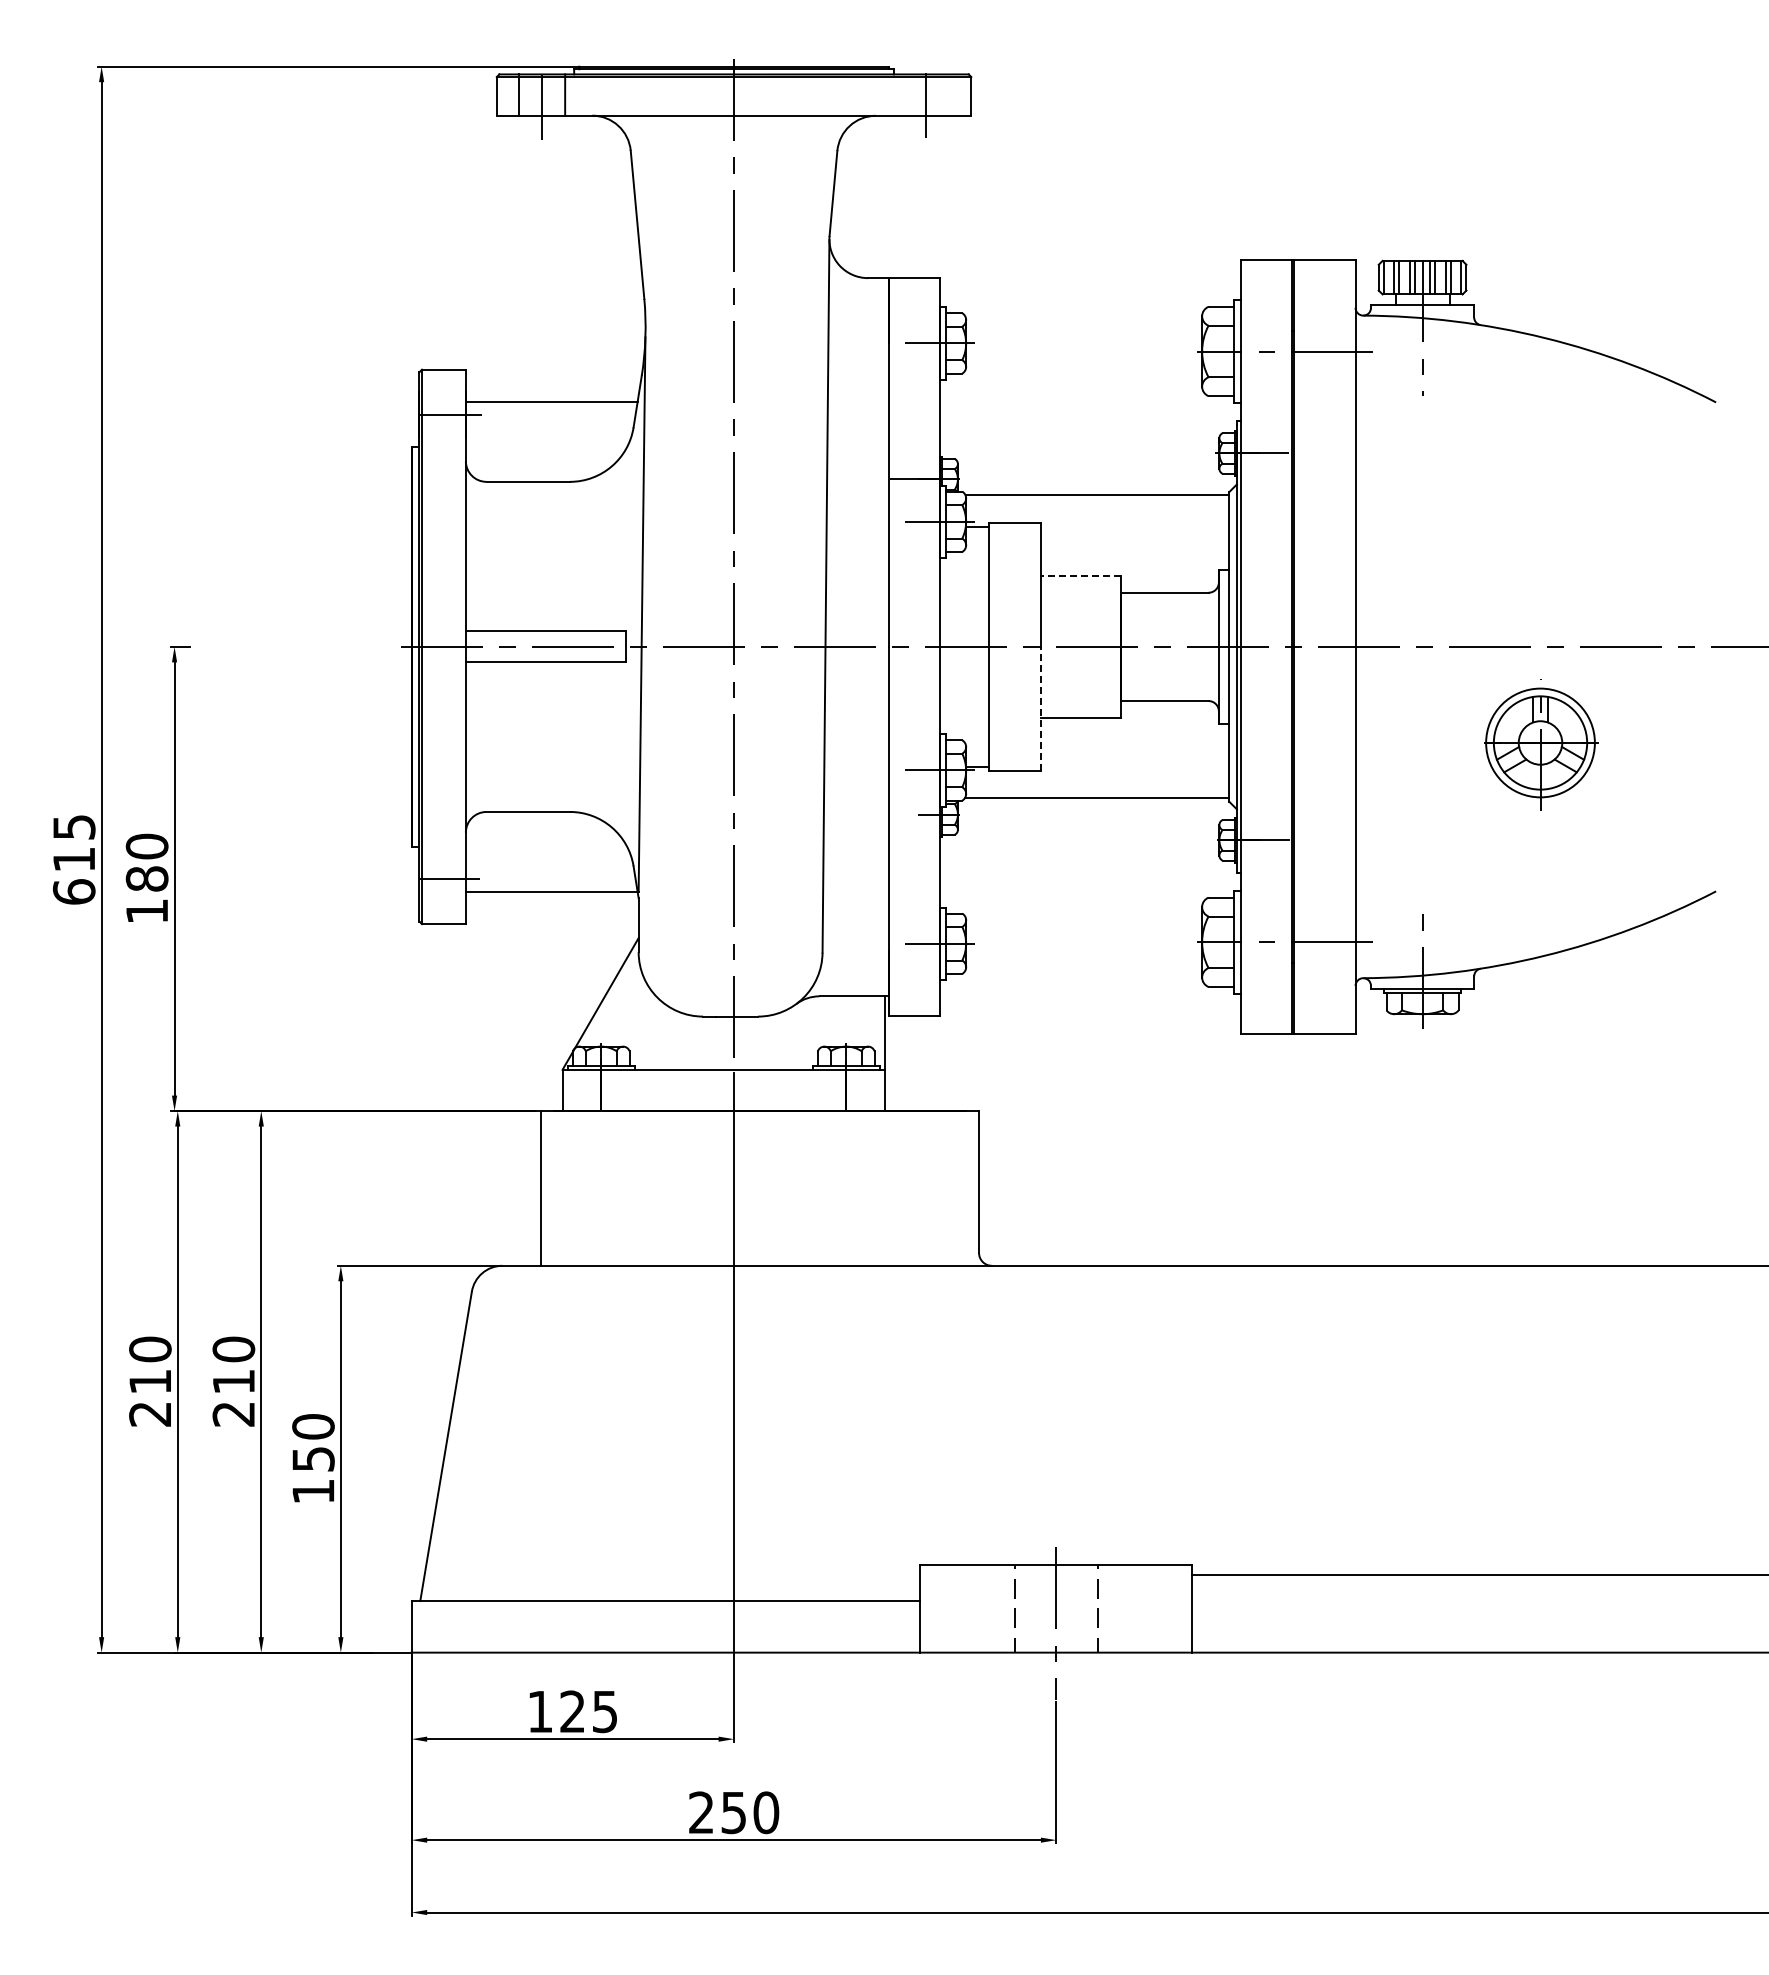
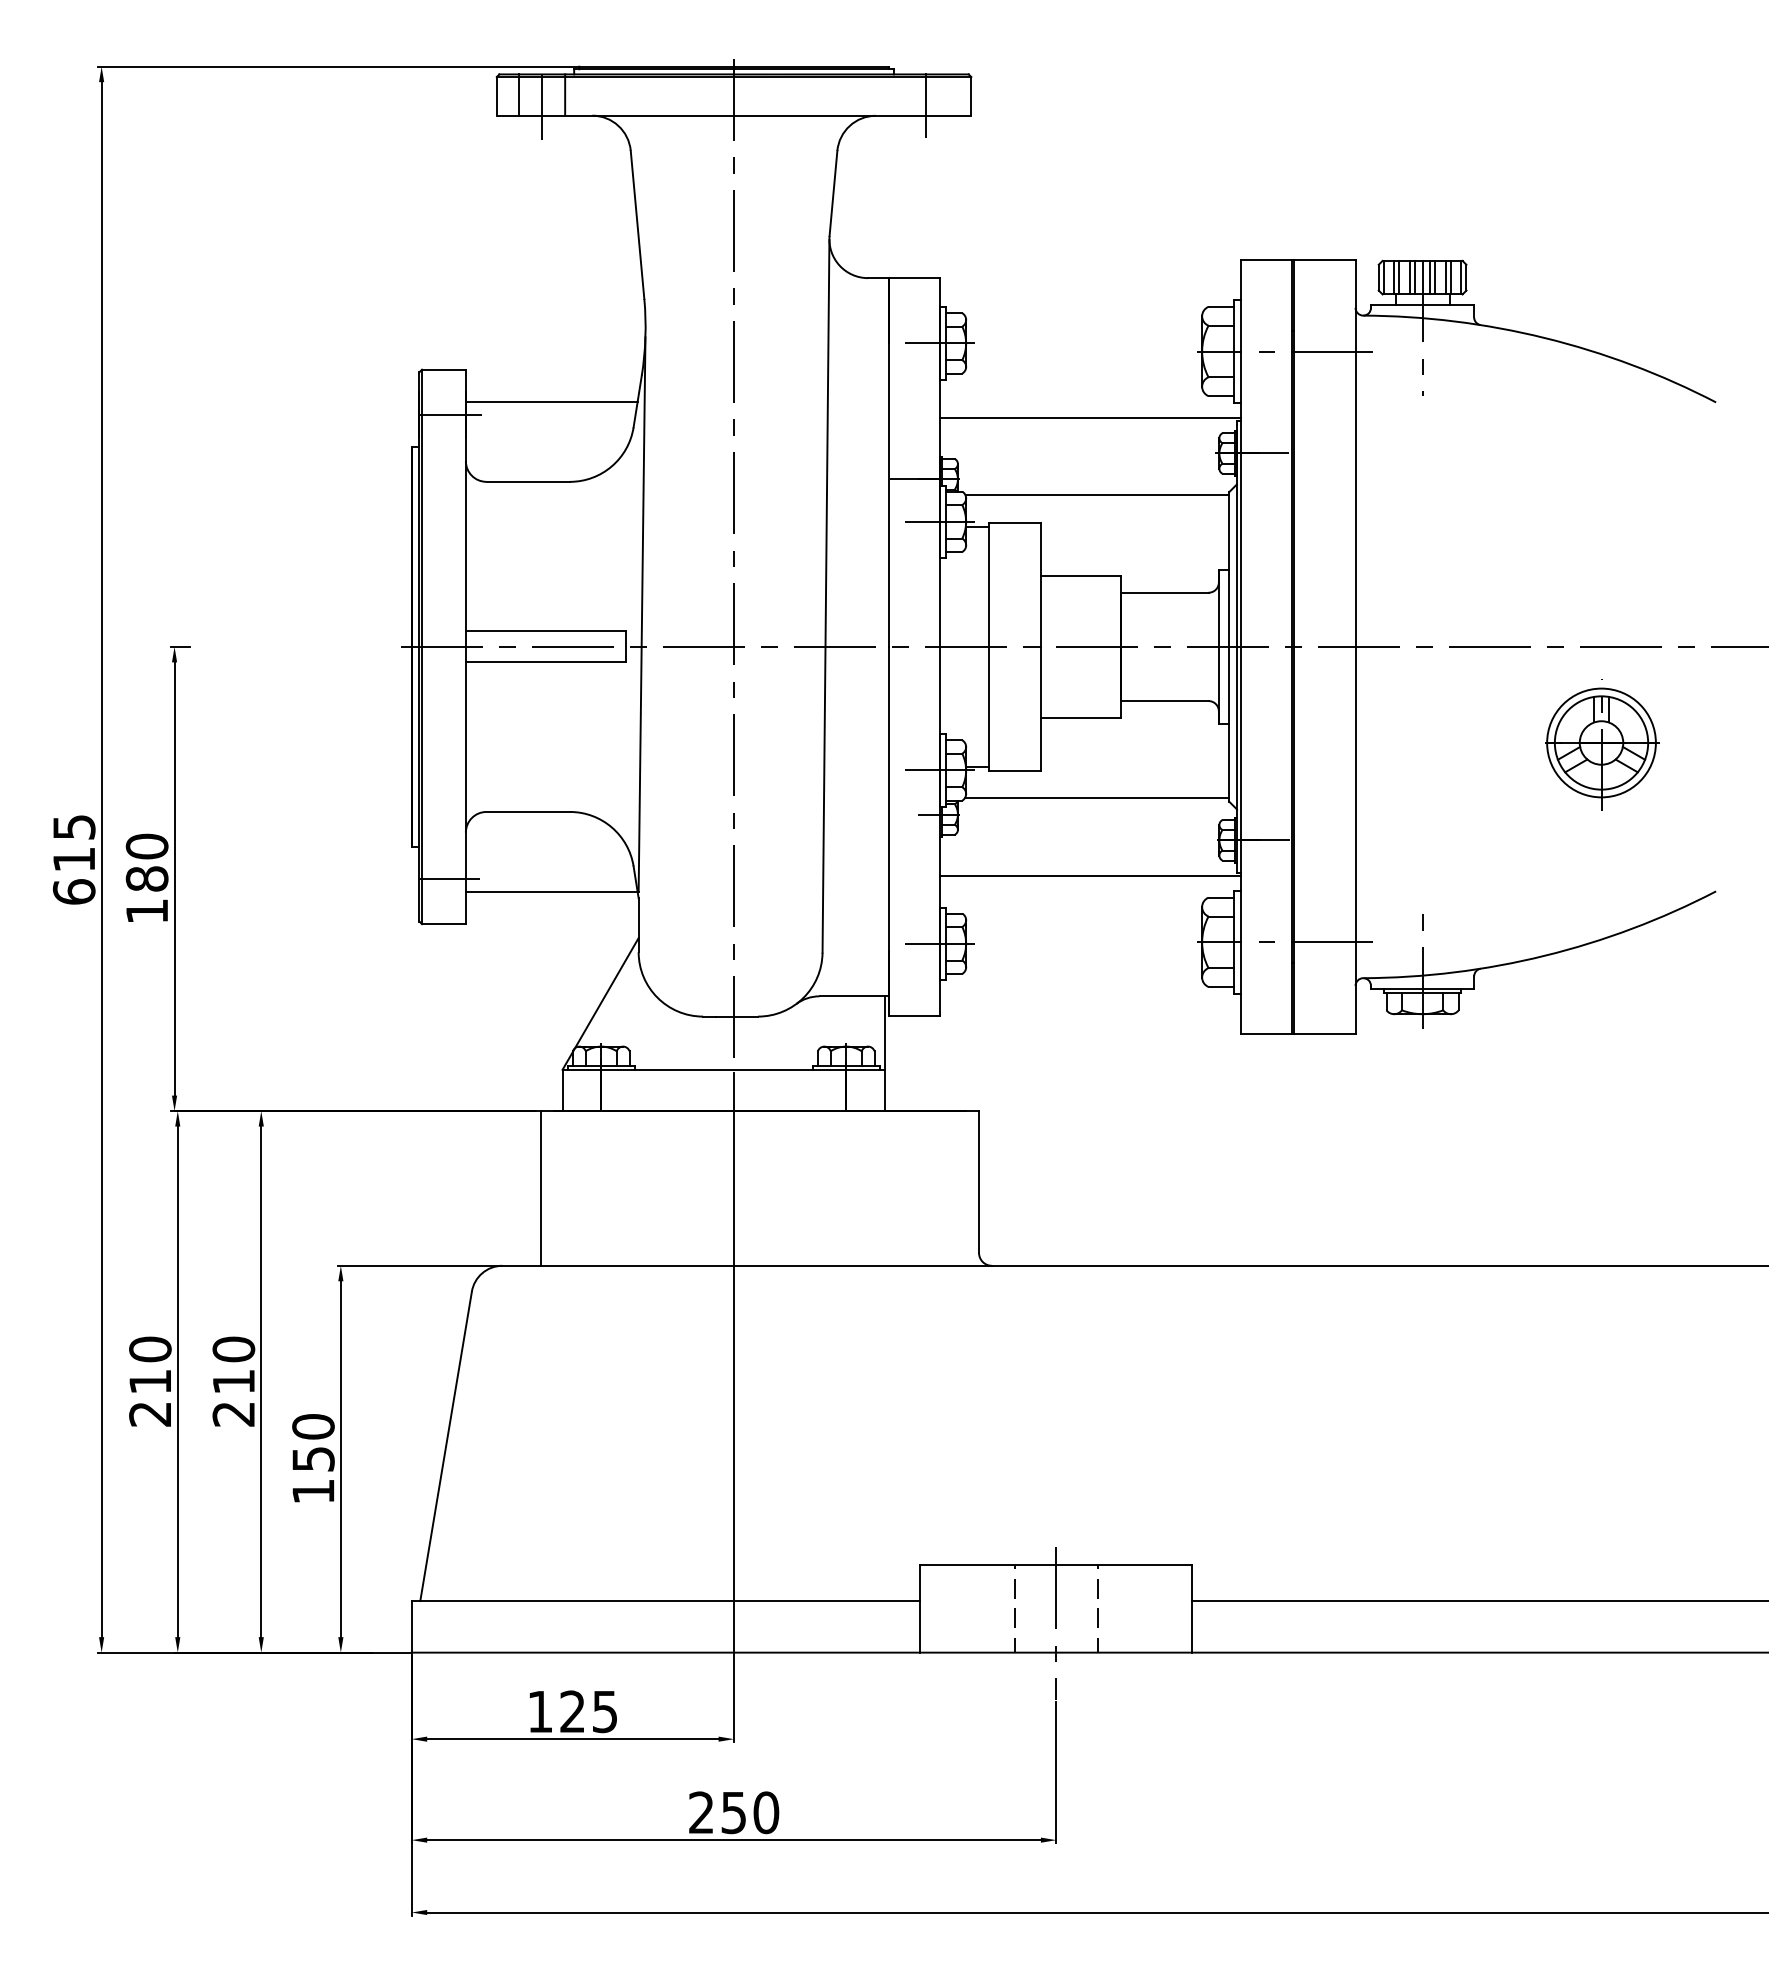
line at (1090, 418): none -> present
line at (1080, 575): dashed -> solid
line at (1040, 708): dashed -> solid
part at (1541, 744) position: (1541, 744) -> (1602, 744)
line at (1090, 875): none -> present
line at (1478, 1575) position: (1478, 1575) -> (1478, 1601)
